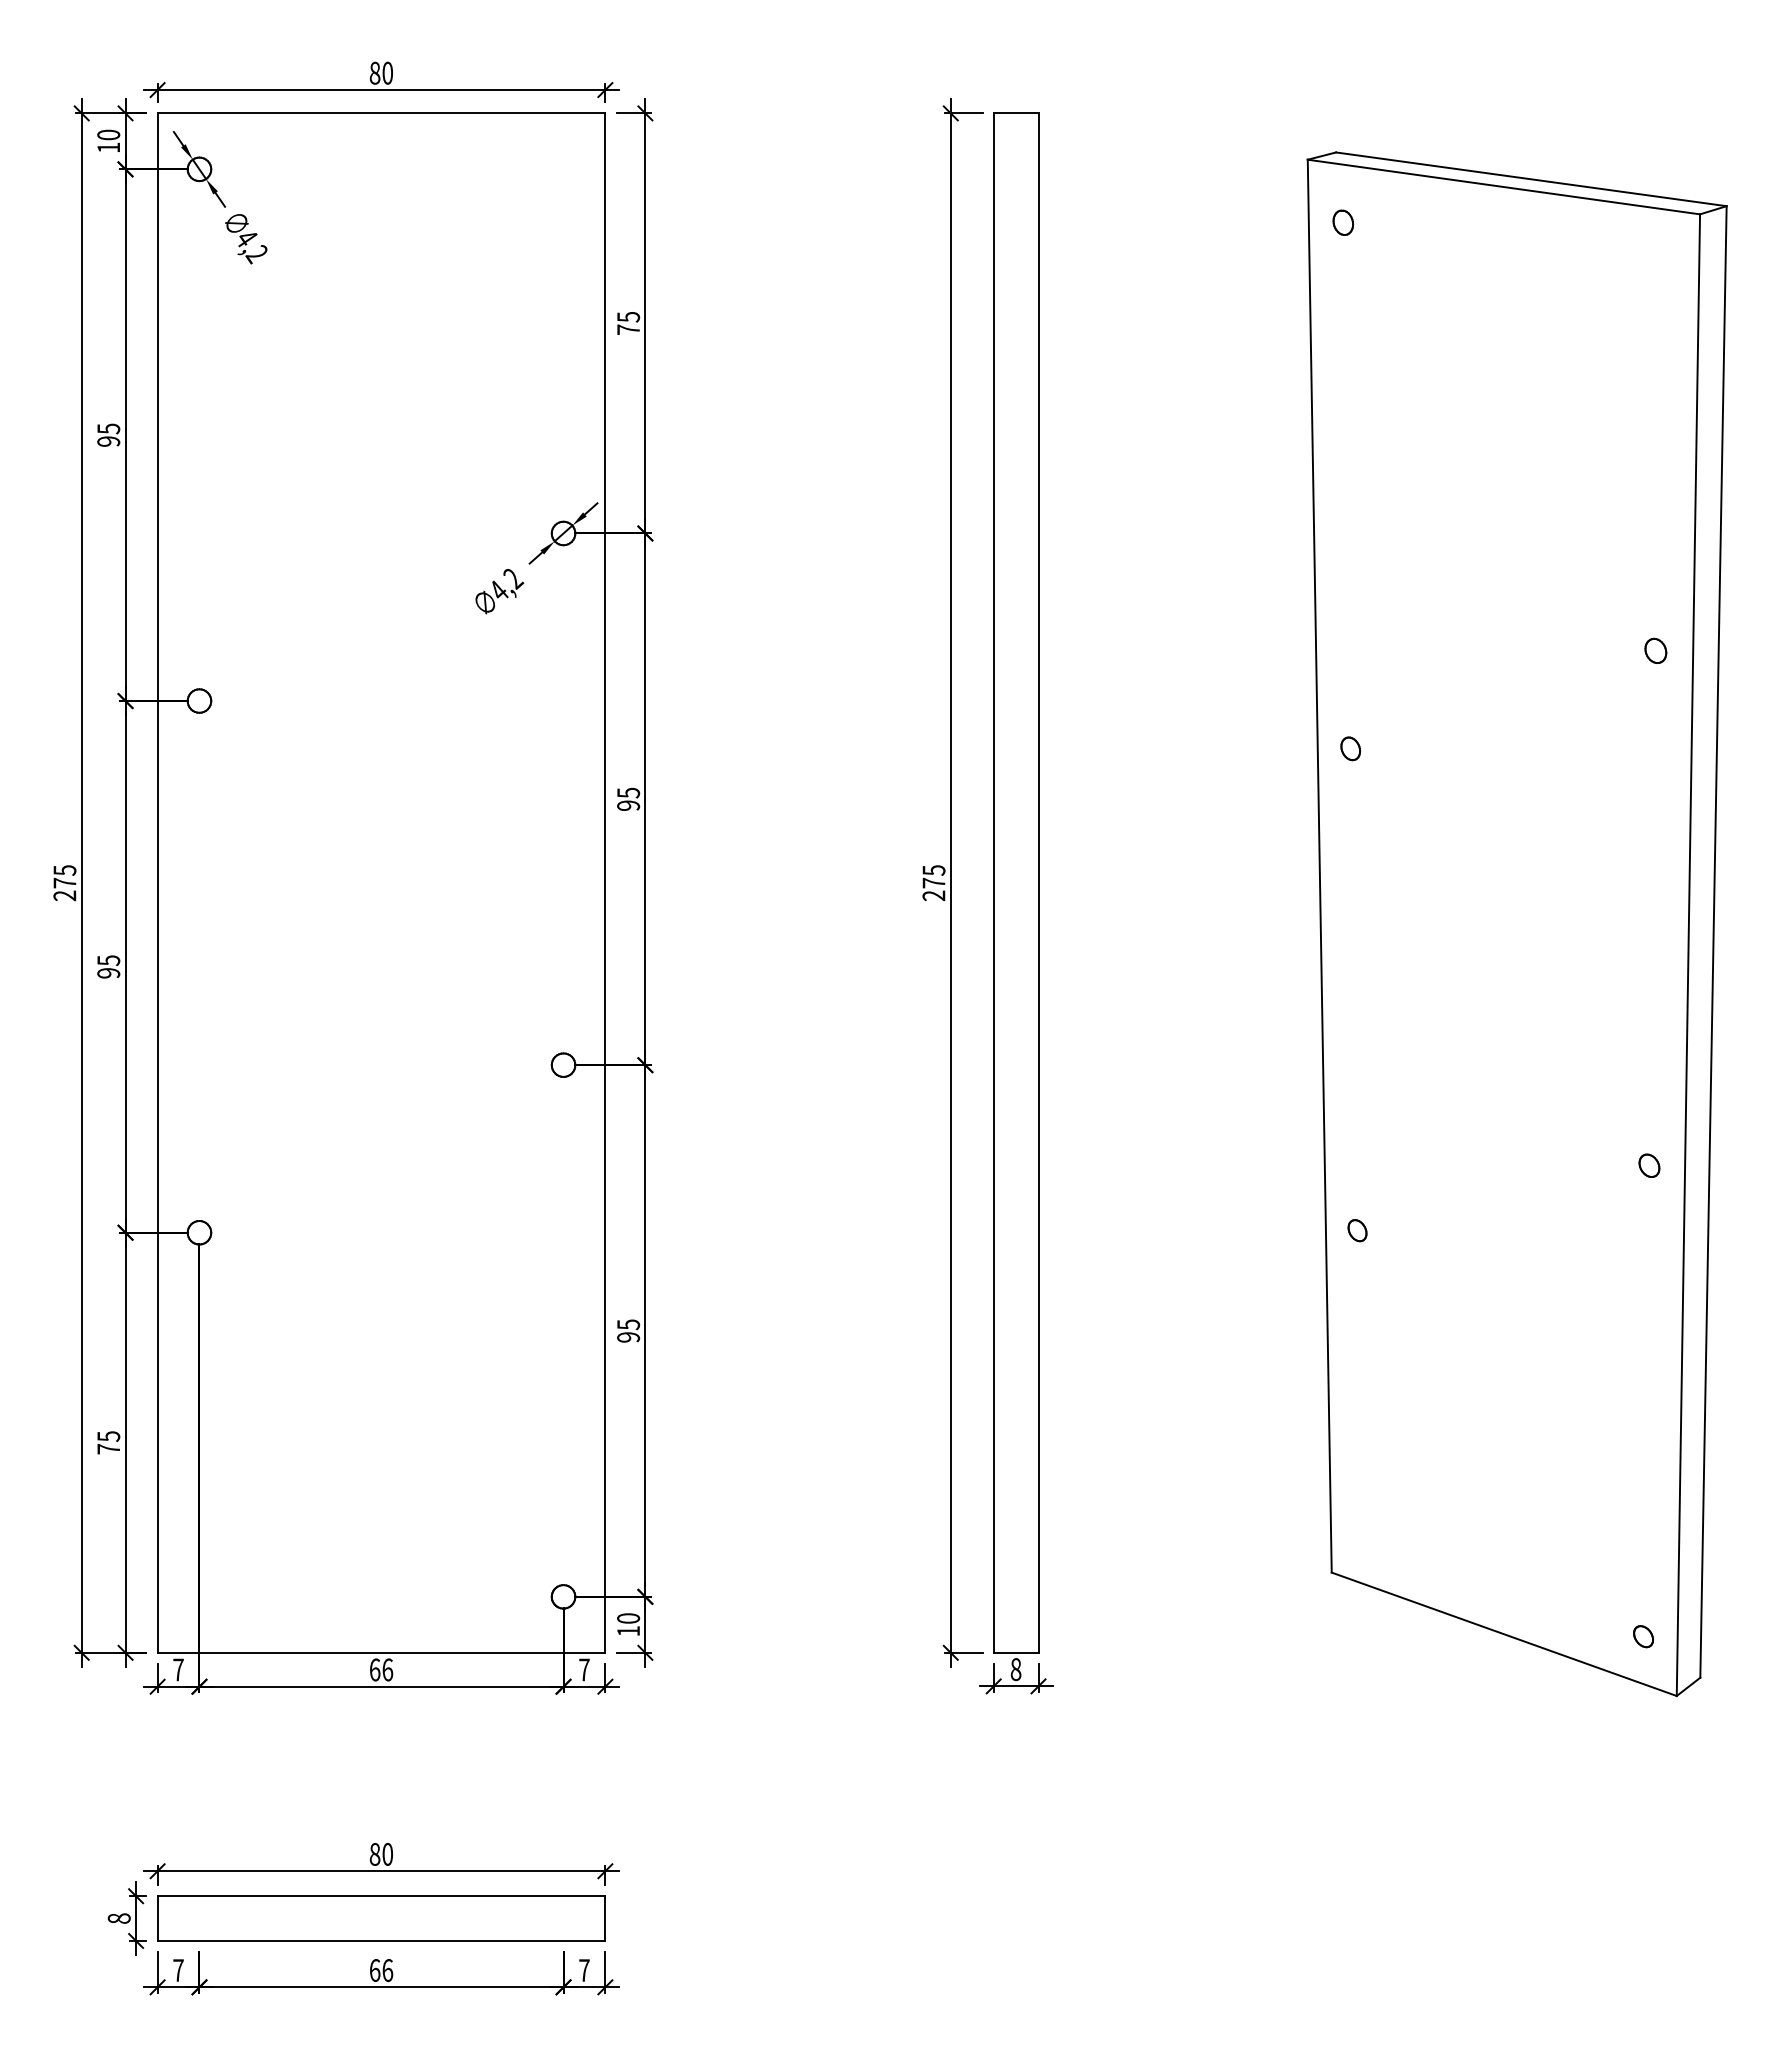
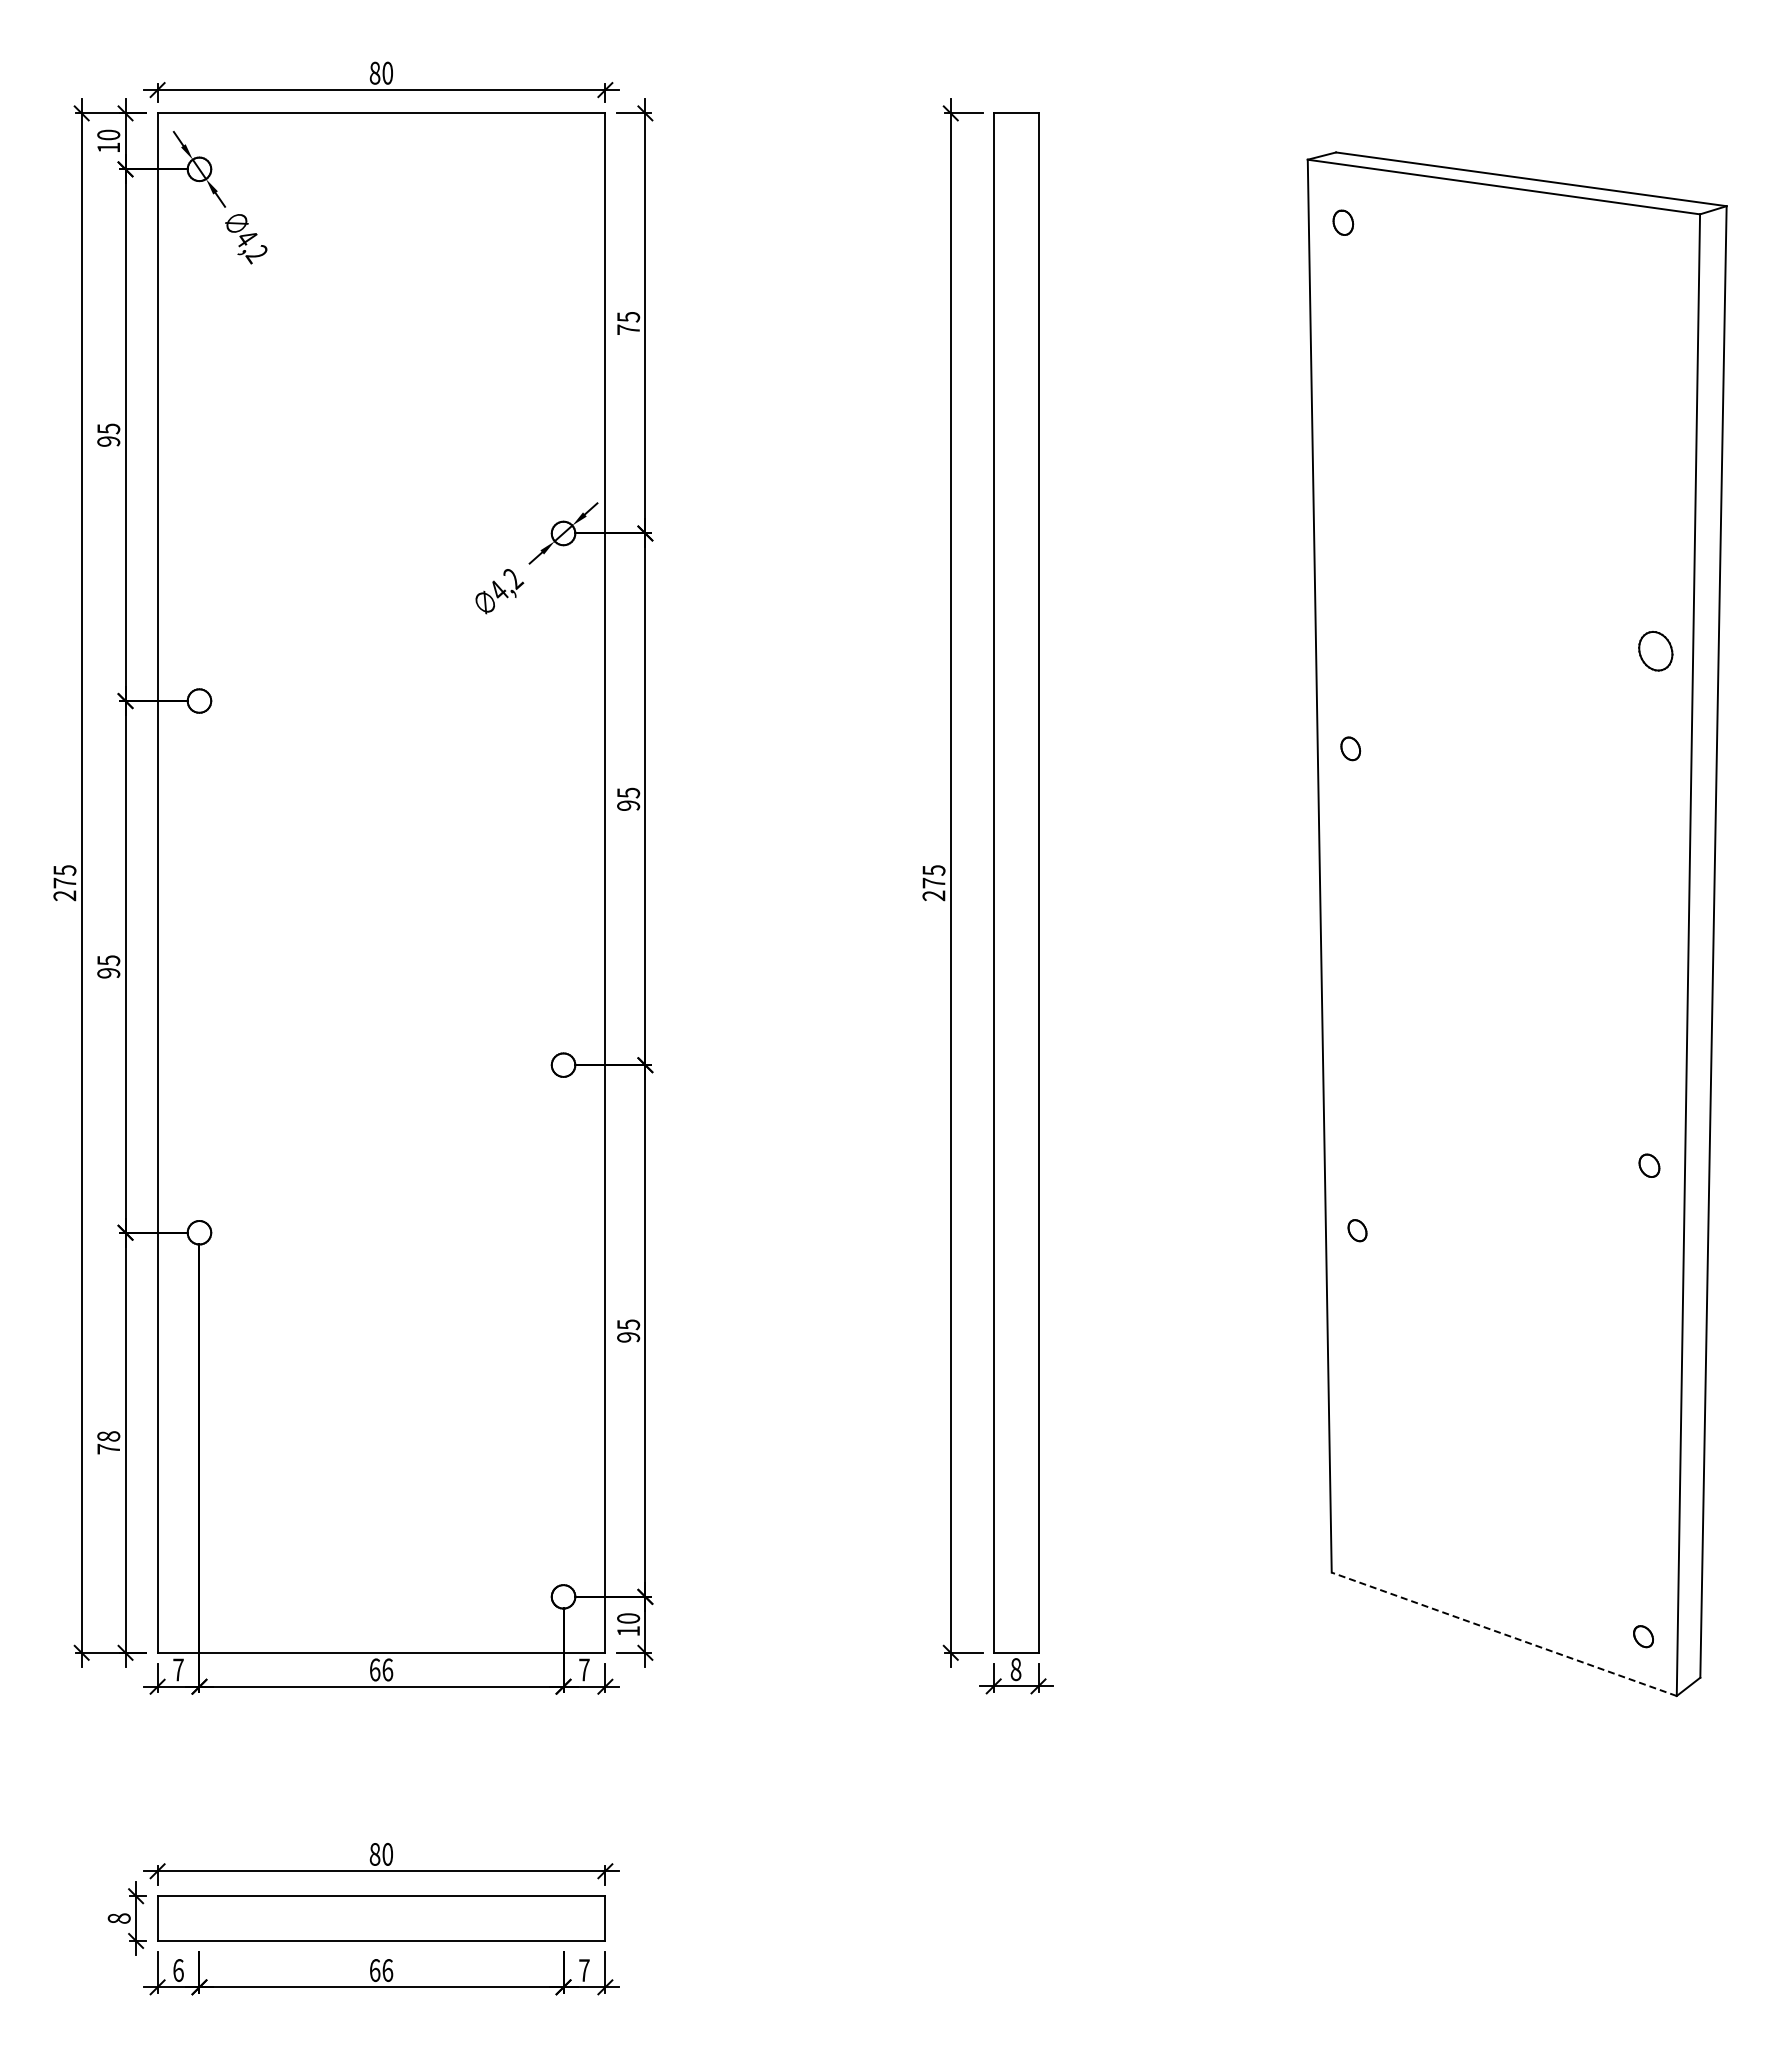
part at (1655, 650) size: 24x27 px -> 36x41 px
text at (108, 1436): 75 -> 78
line at (1503, 1634): solid -> dashed
text at (178, 1970): 7 -> 6
